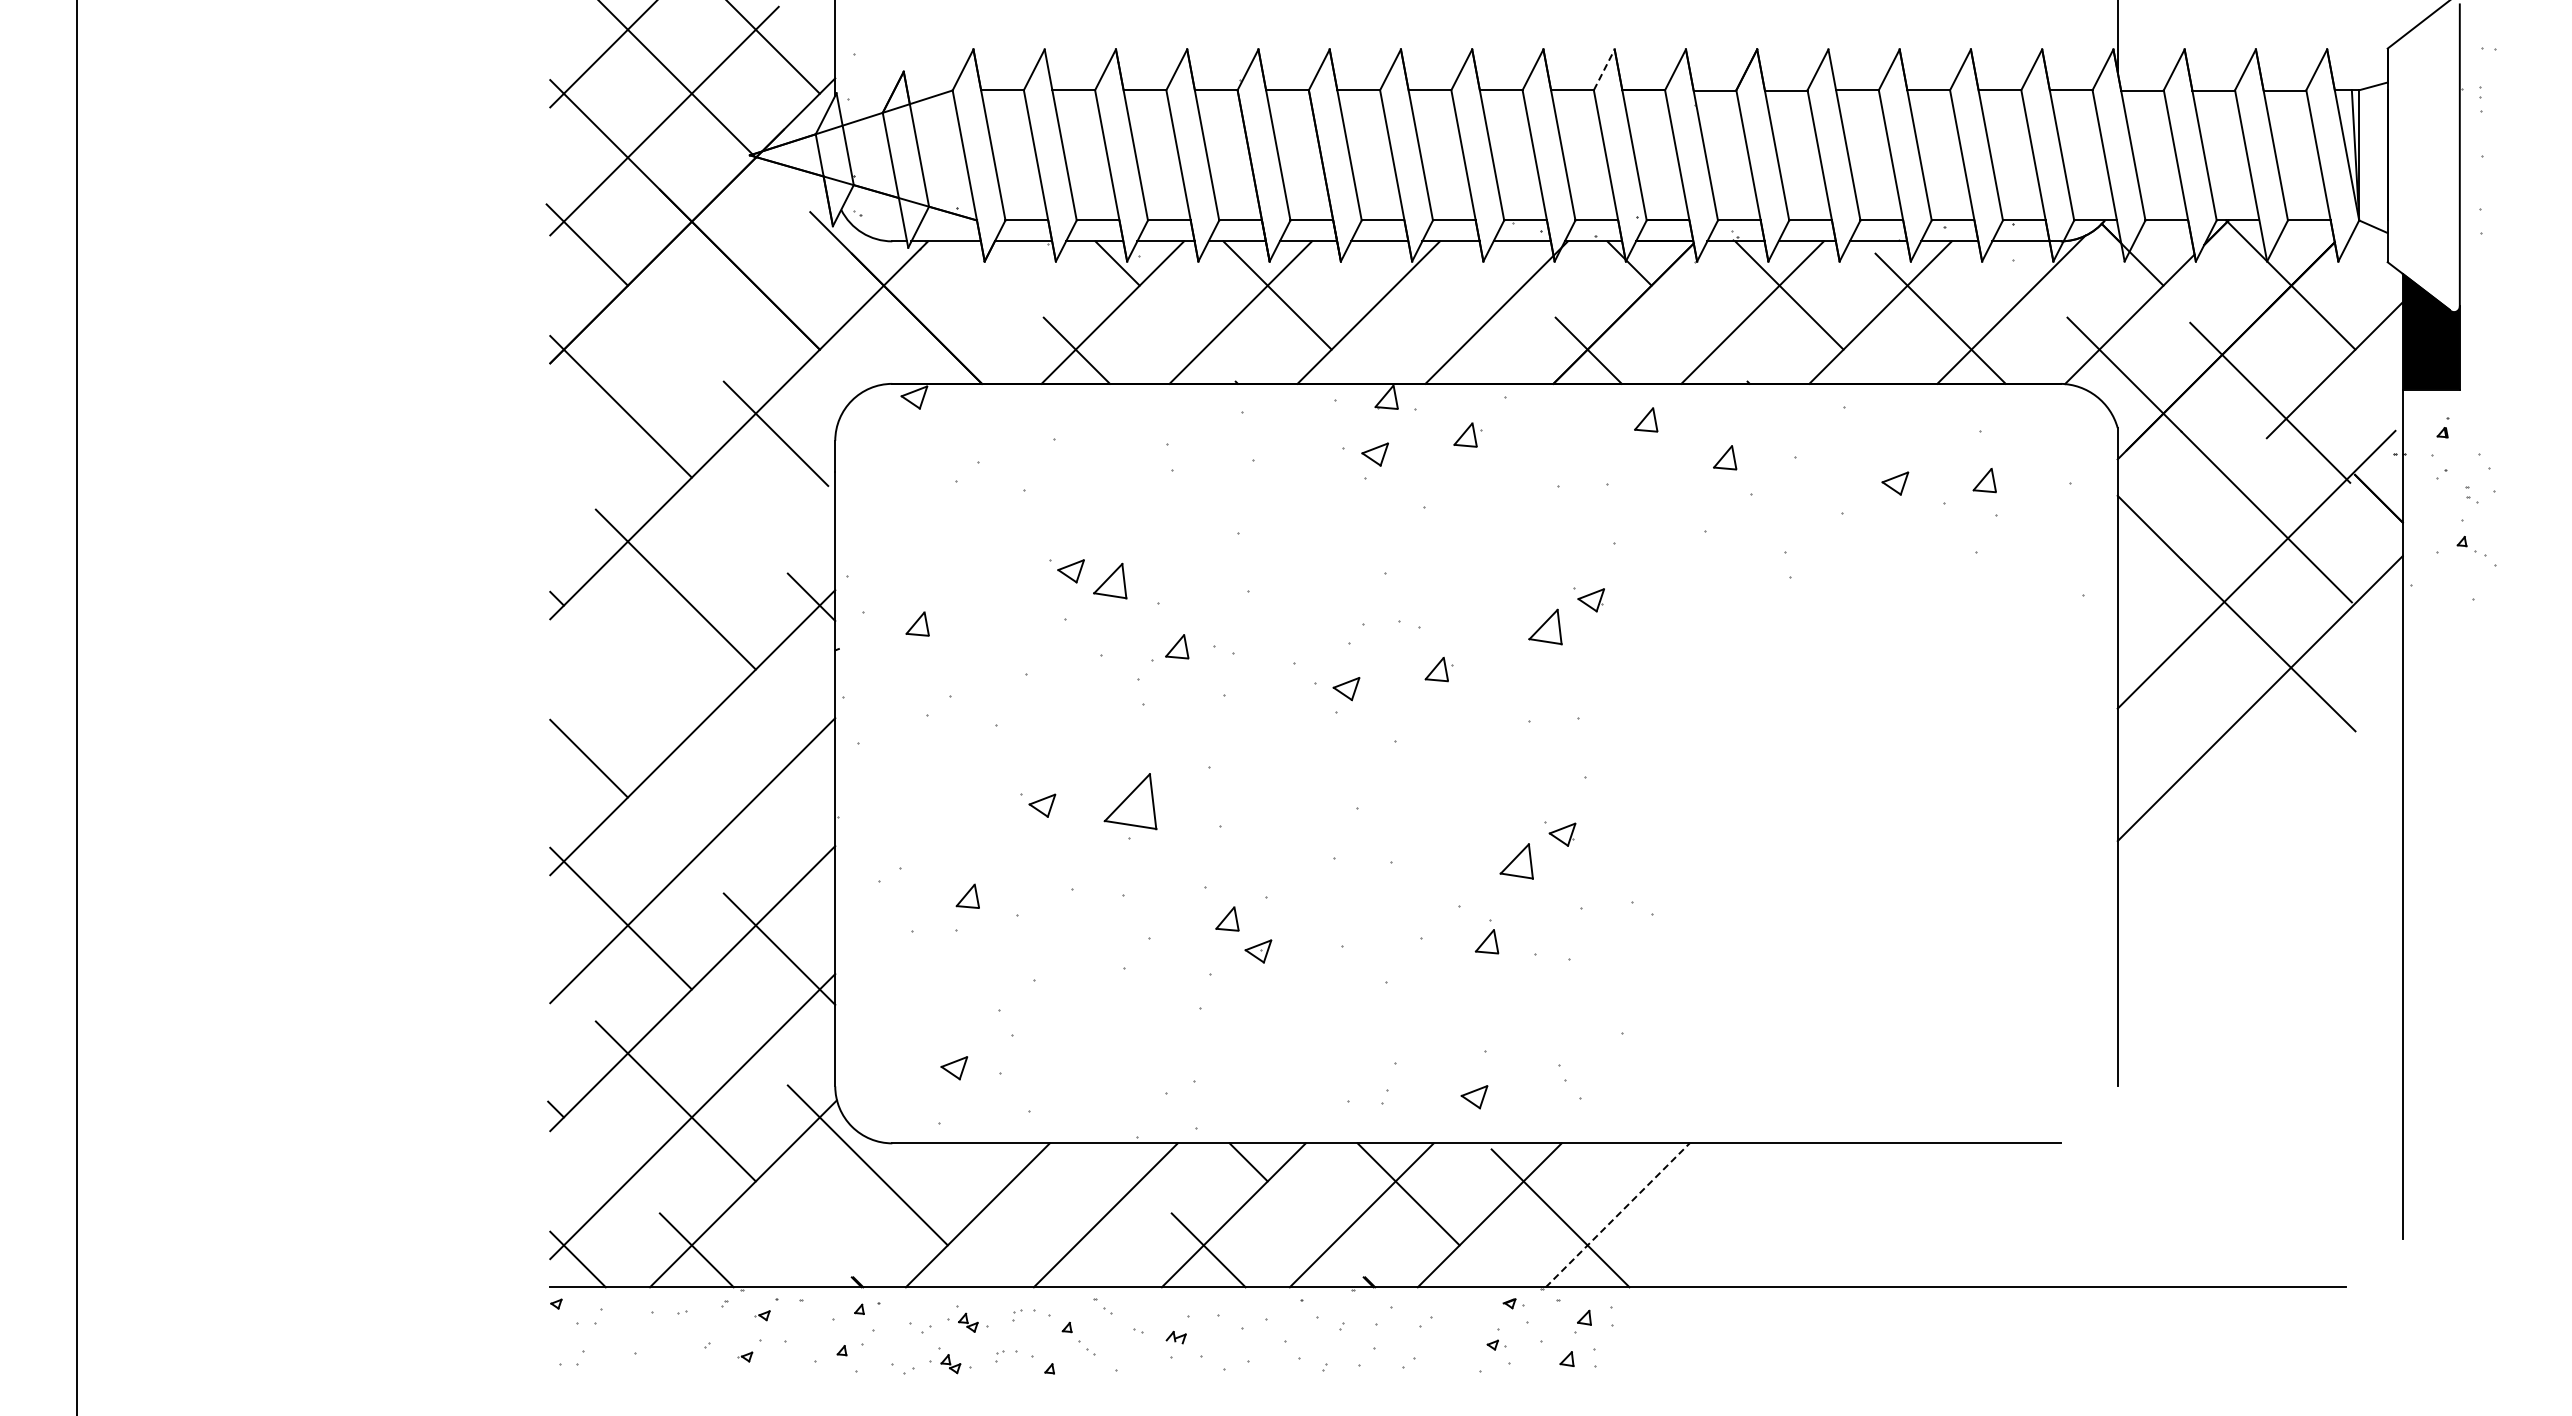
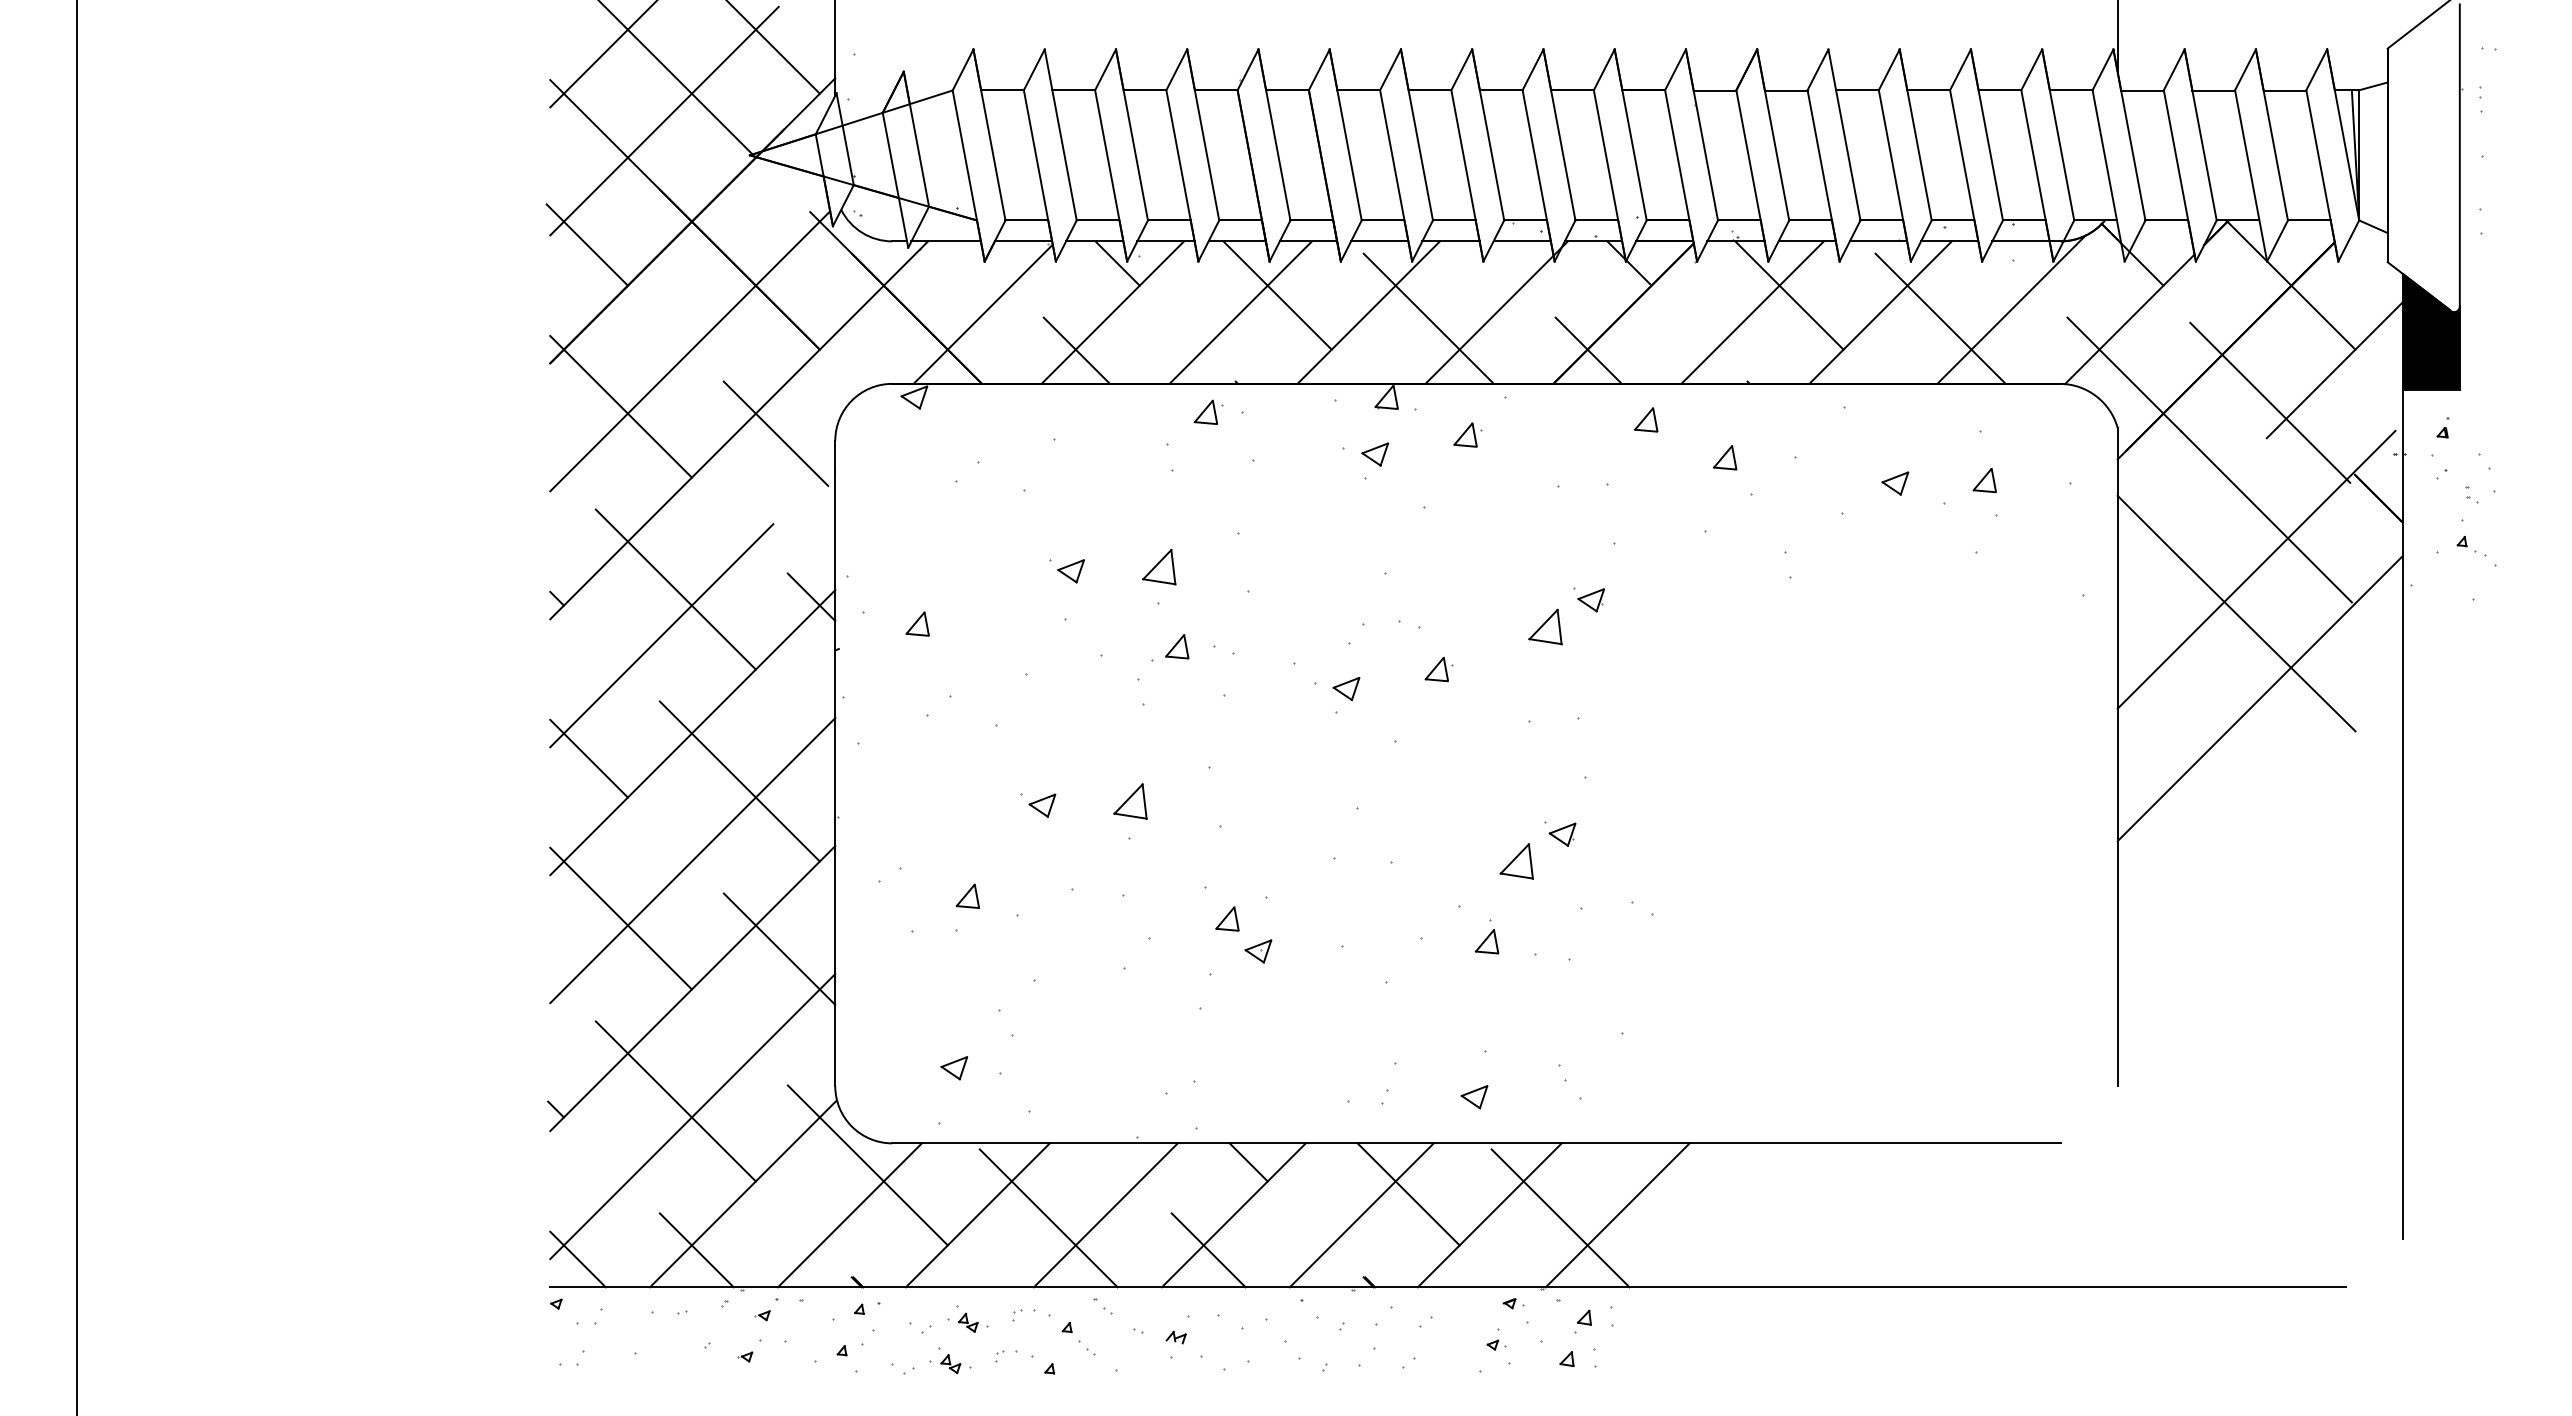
line at (1604, 69): dashed -> solid
line at (982, 313): none -> present
line at (1428, 318): none -> present
line at (690, 351): none -> present
part at (1208, 411): none -> present
part at (1110, 580) position: (1110, 580) -> (1159, 566)
line at (661, 635): none -> present
line at (739, 781): none -> present
part at (1130, 801) size: 55x58 px -> 35x37 px
line at (849, 1215): none -> present
line at (1617, 1215): dashed -> solid
line at (1048, 1218): none -> present
